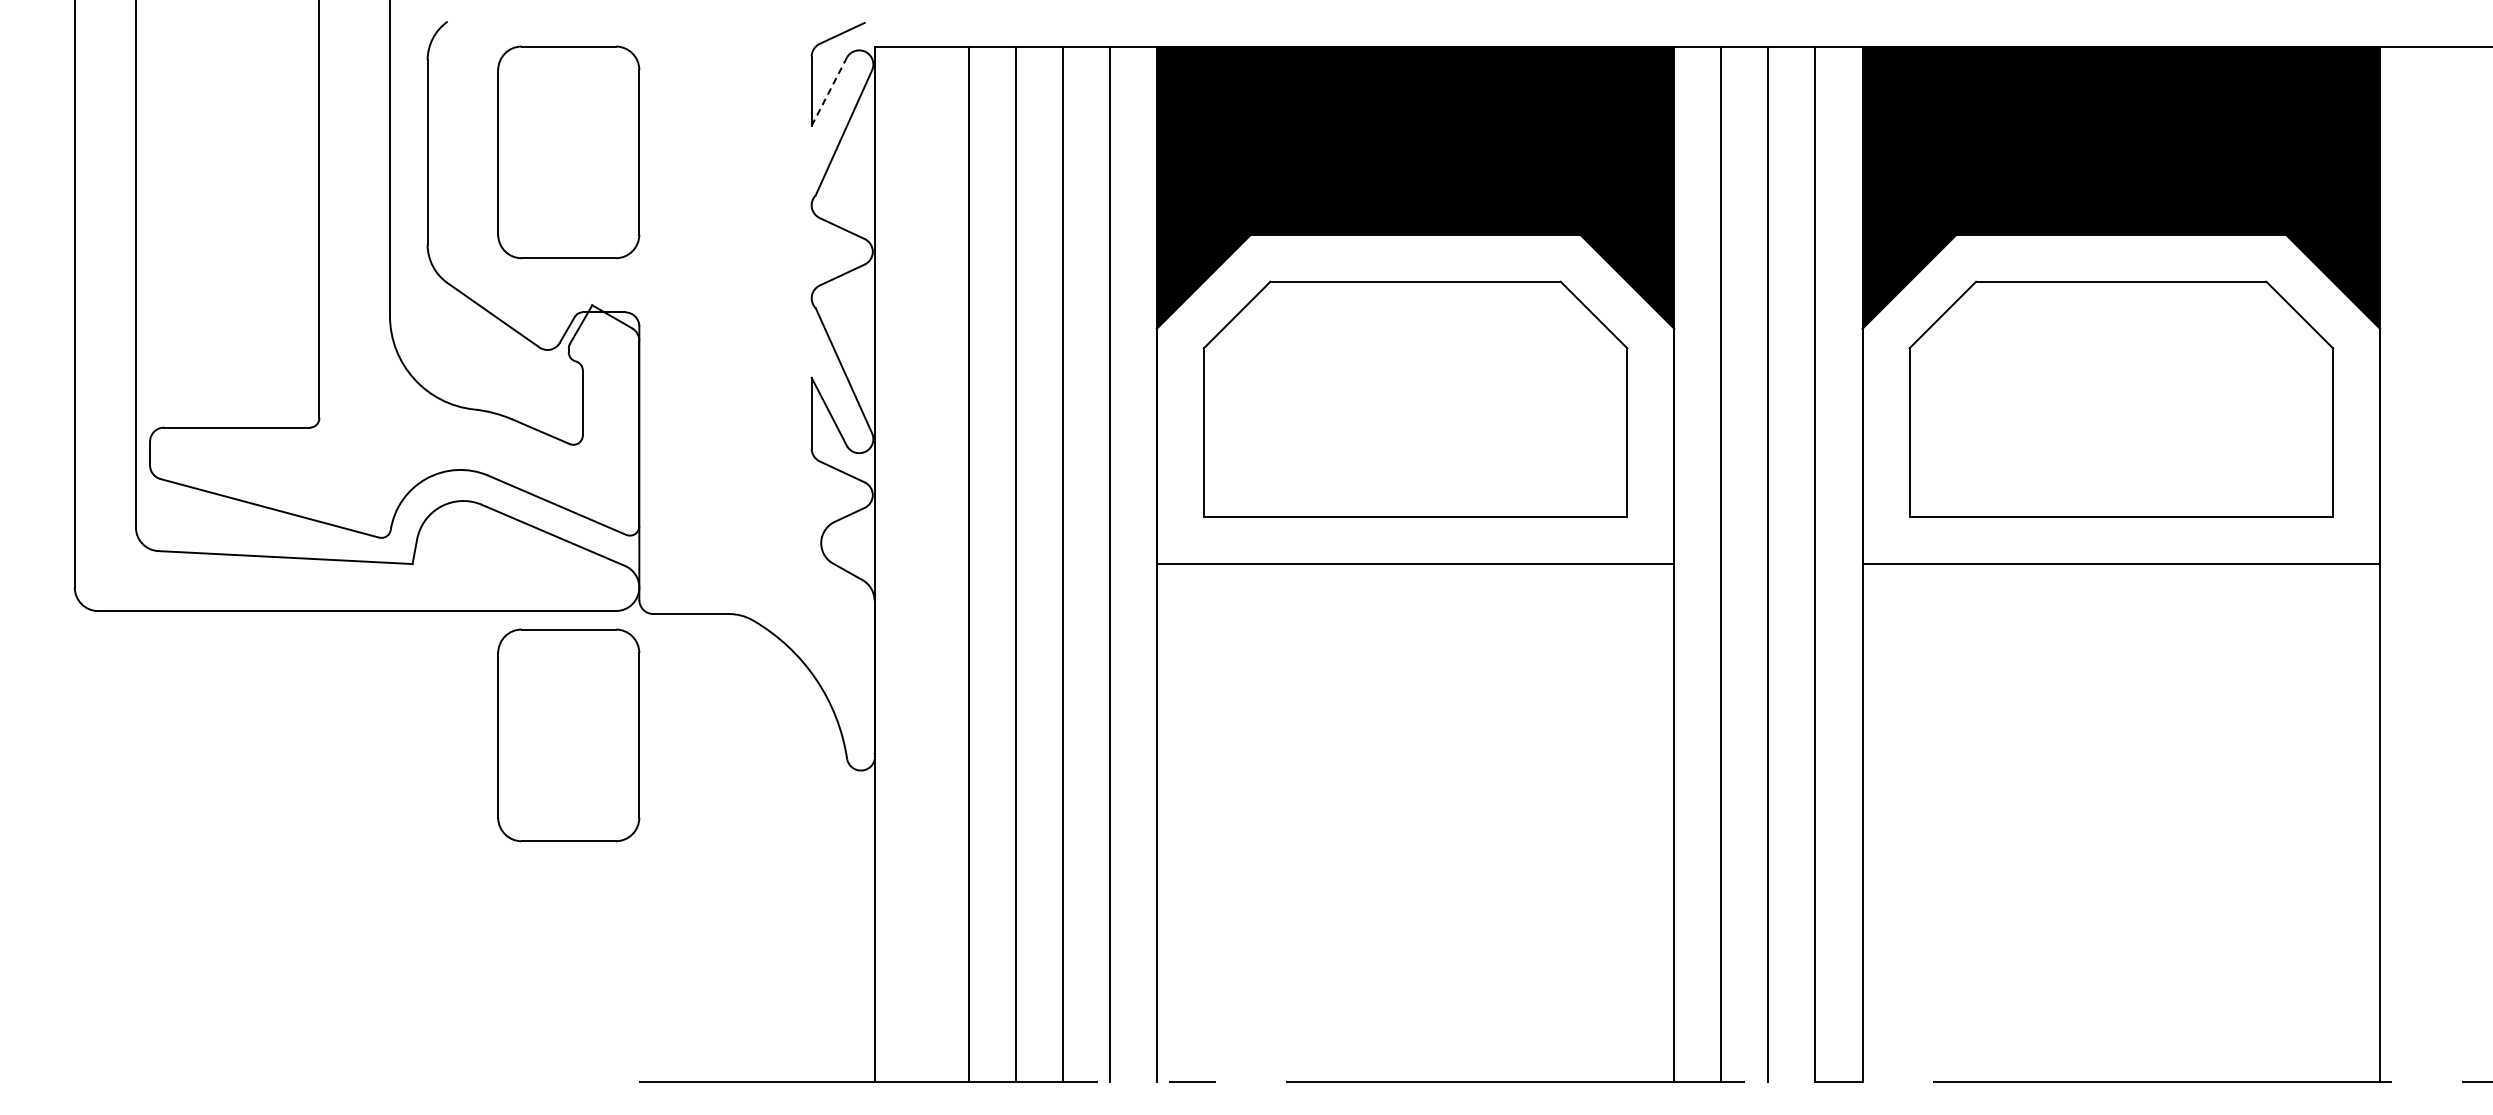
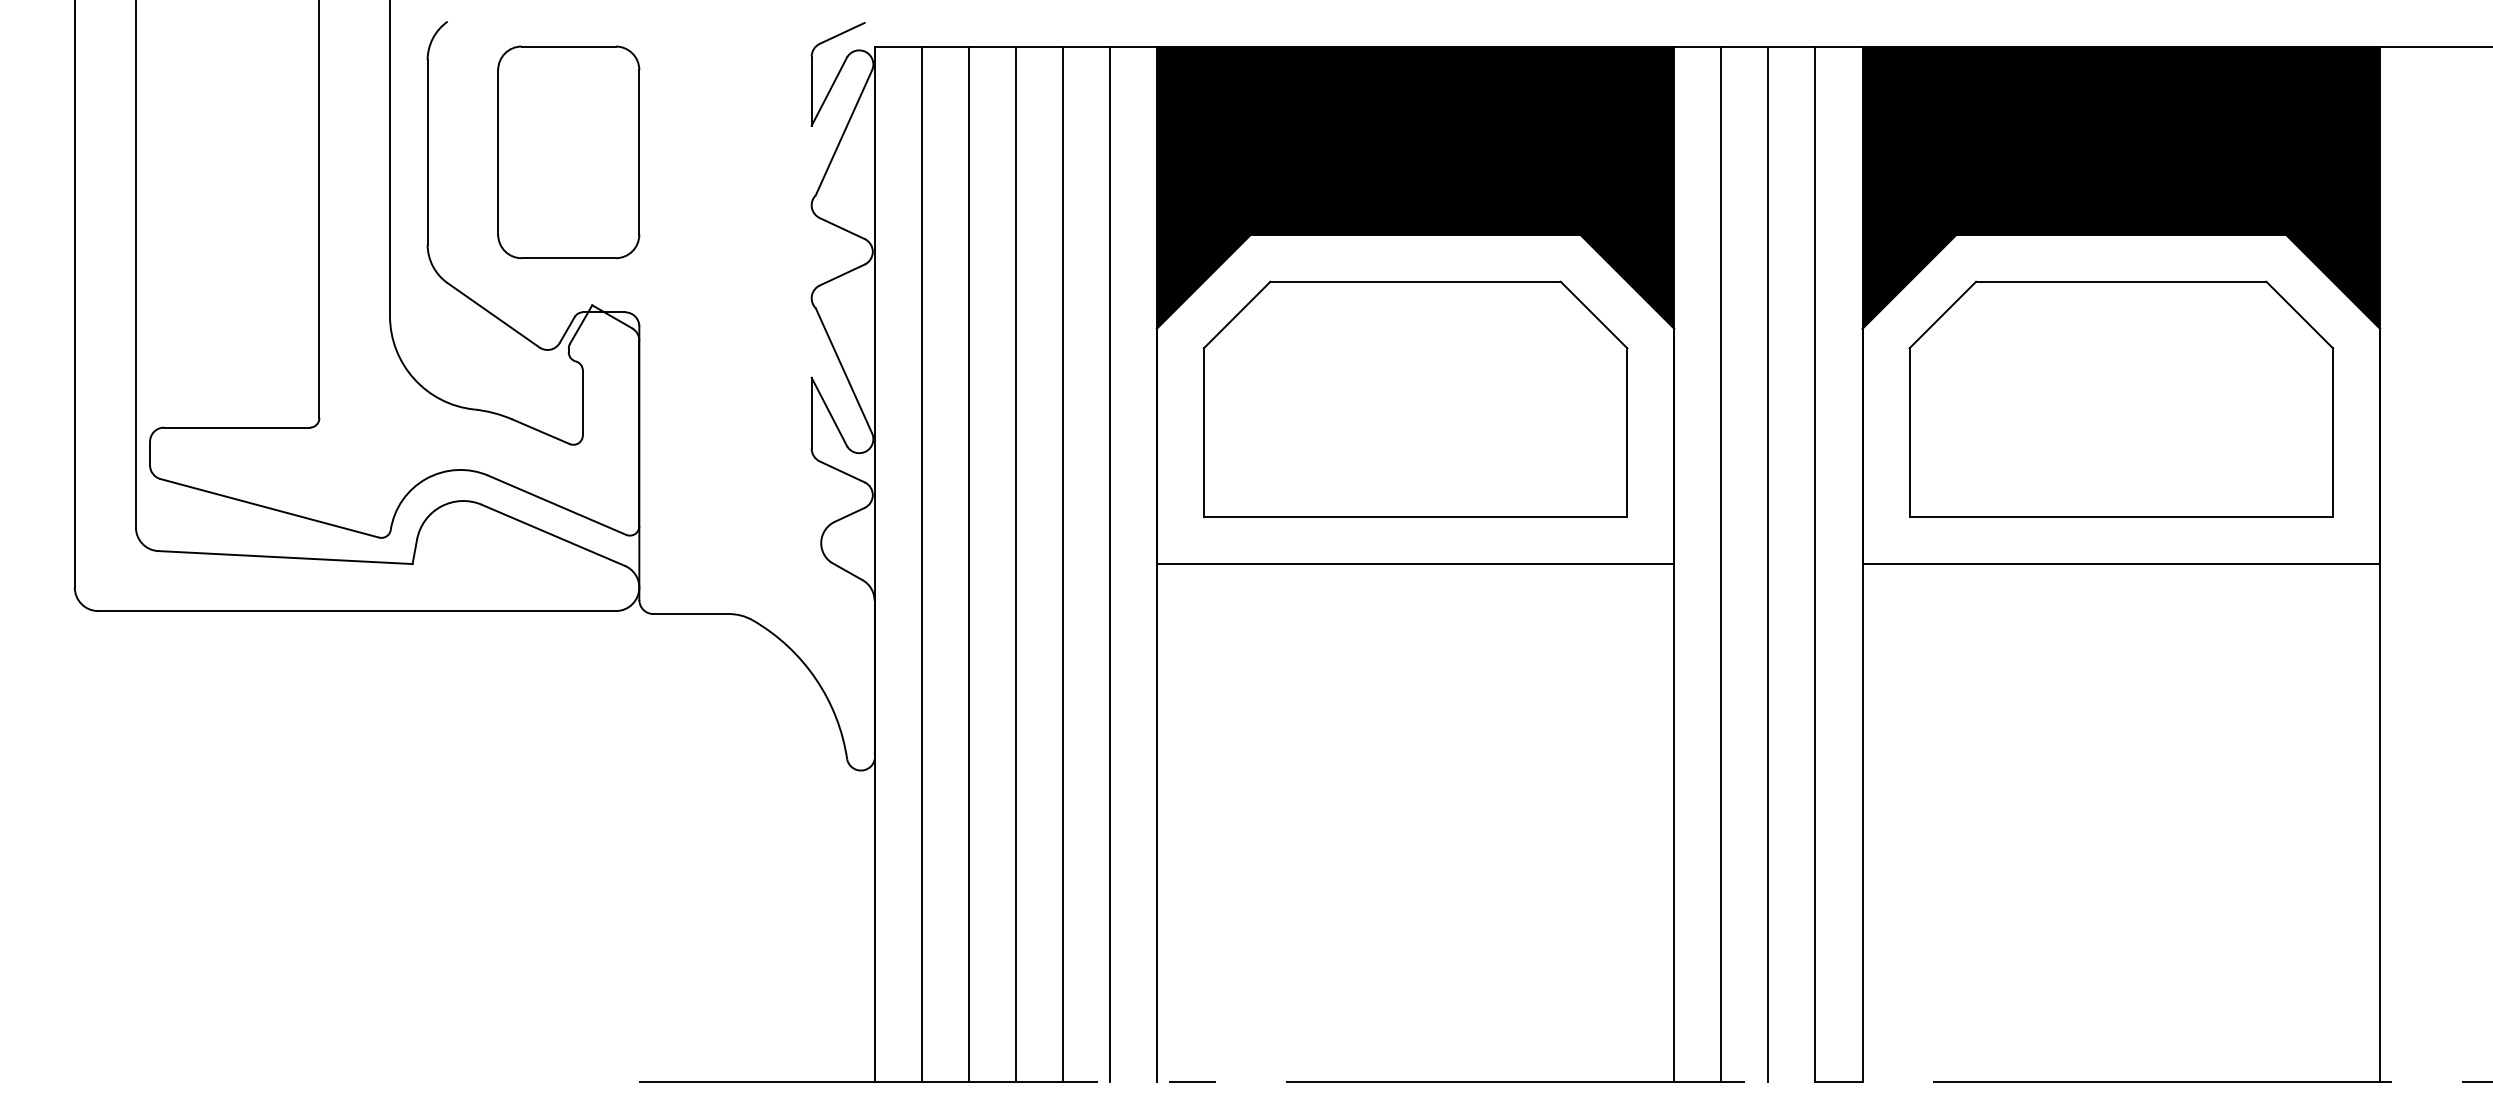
line at (829, 91): dashed -> solid
line at (921, 563): none -> present
part at (568, 735): present -> none
